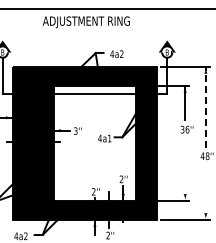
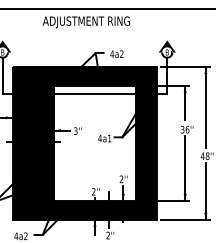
line at (205, 107): dashed -> solid
line at (185, 167): none -> present
line at (205, 191): none -> present
